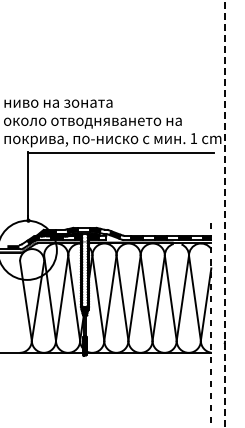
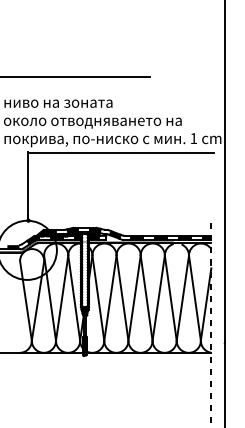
line at (76, 76): none -> present
line at (224, 213): dashed -> solid
